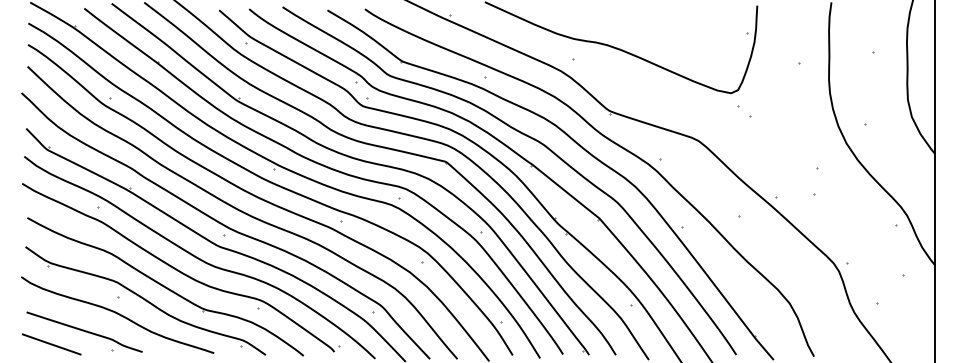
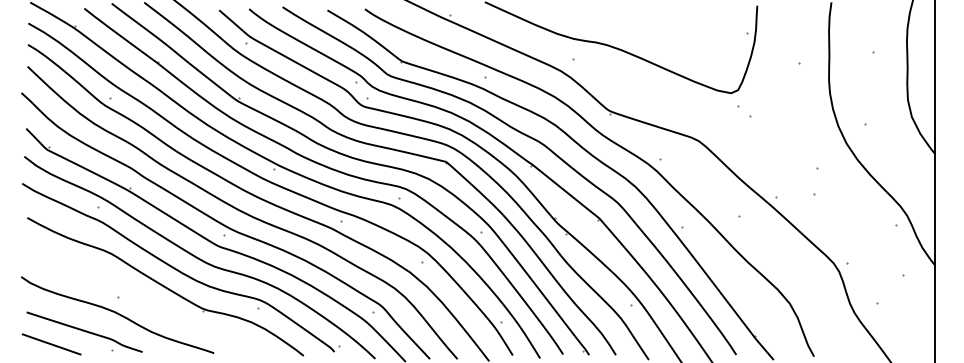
part at (145, 300): present -> none
